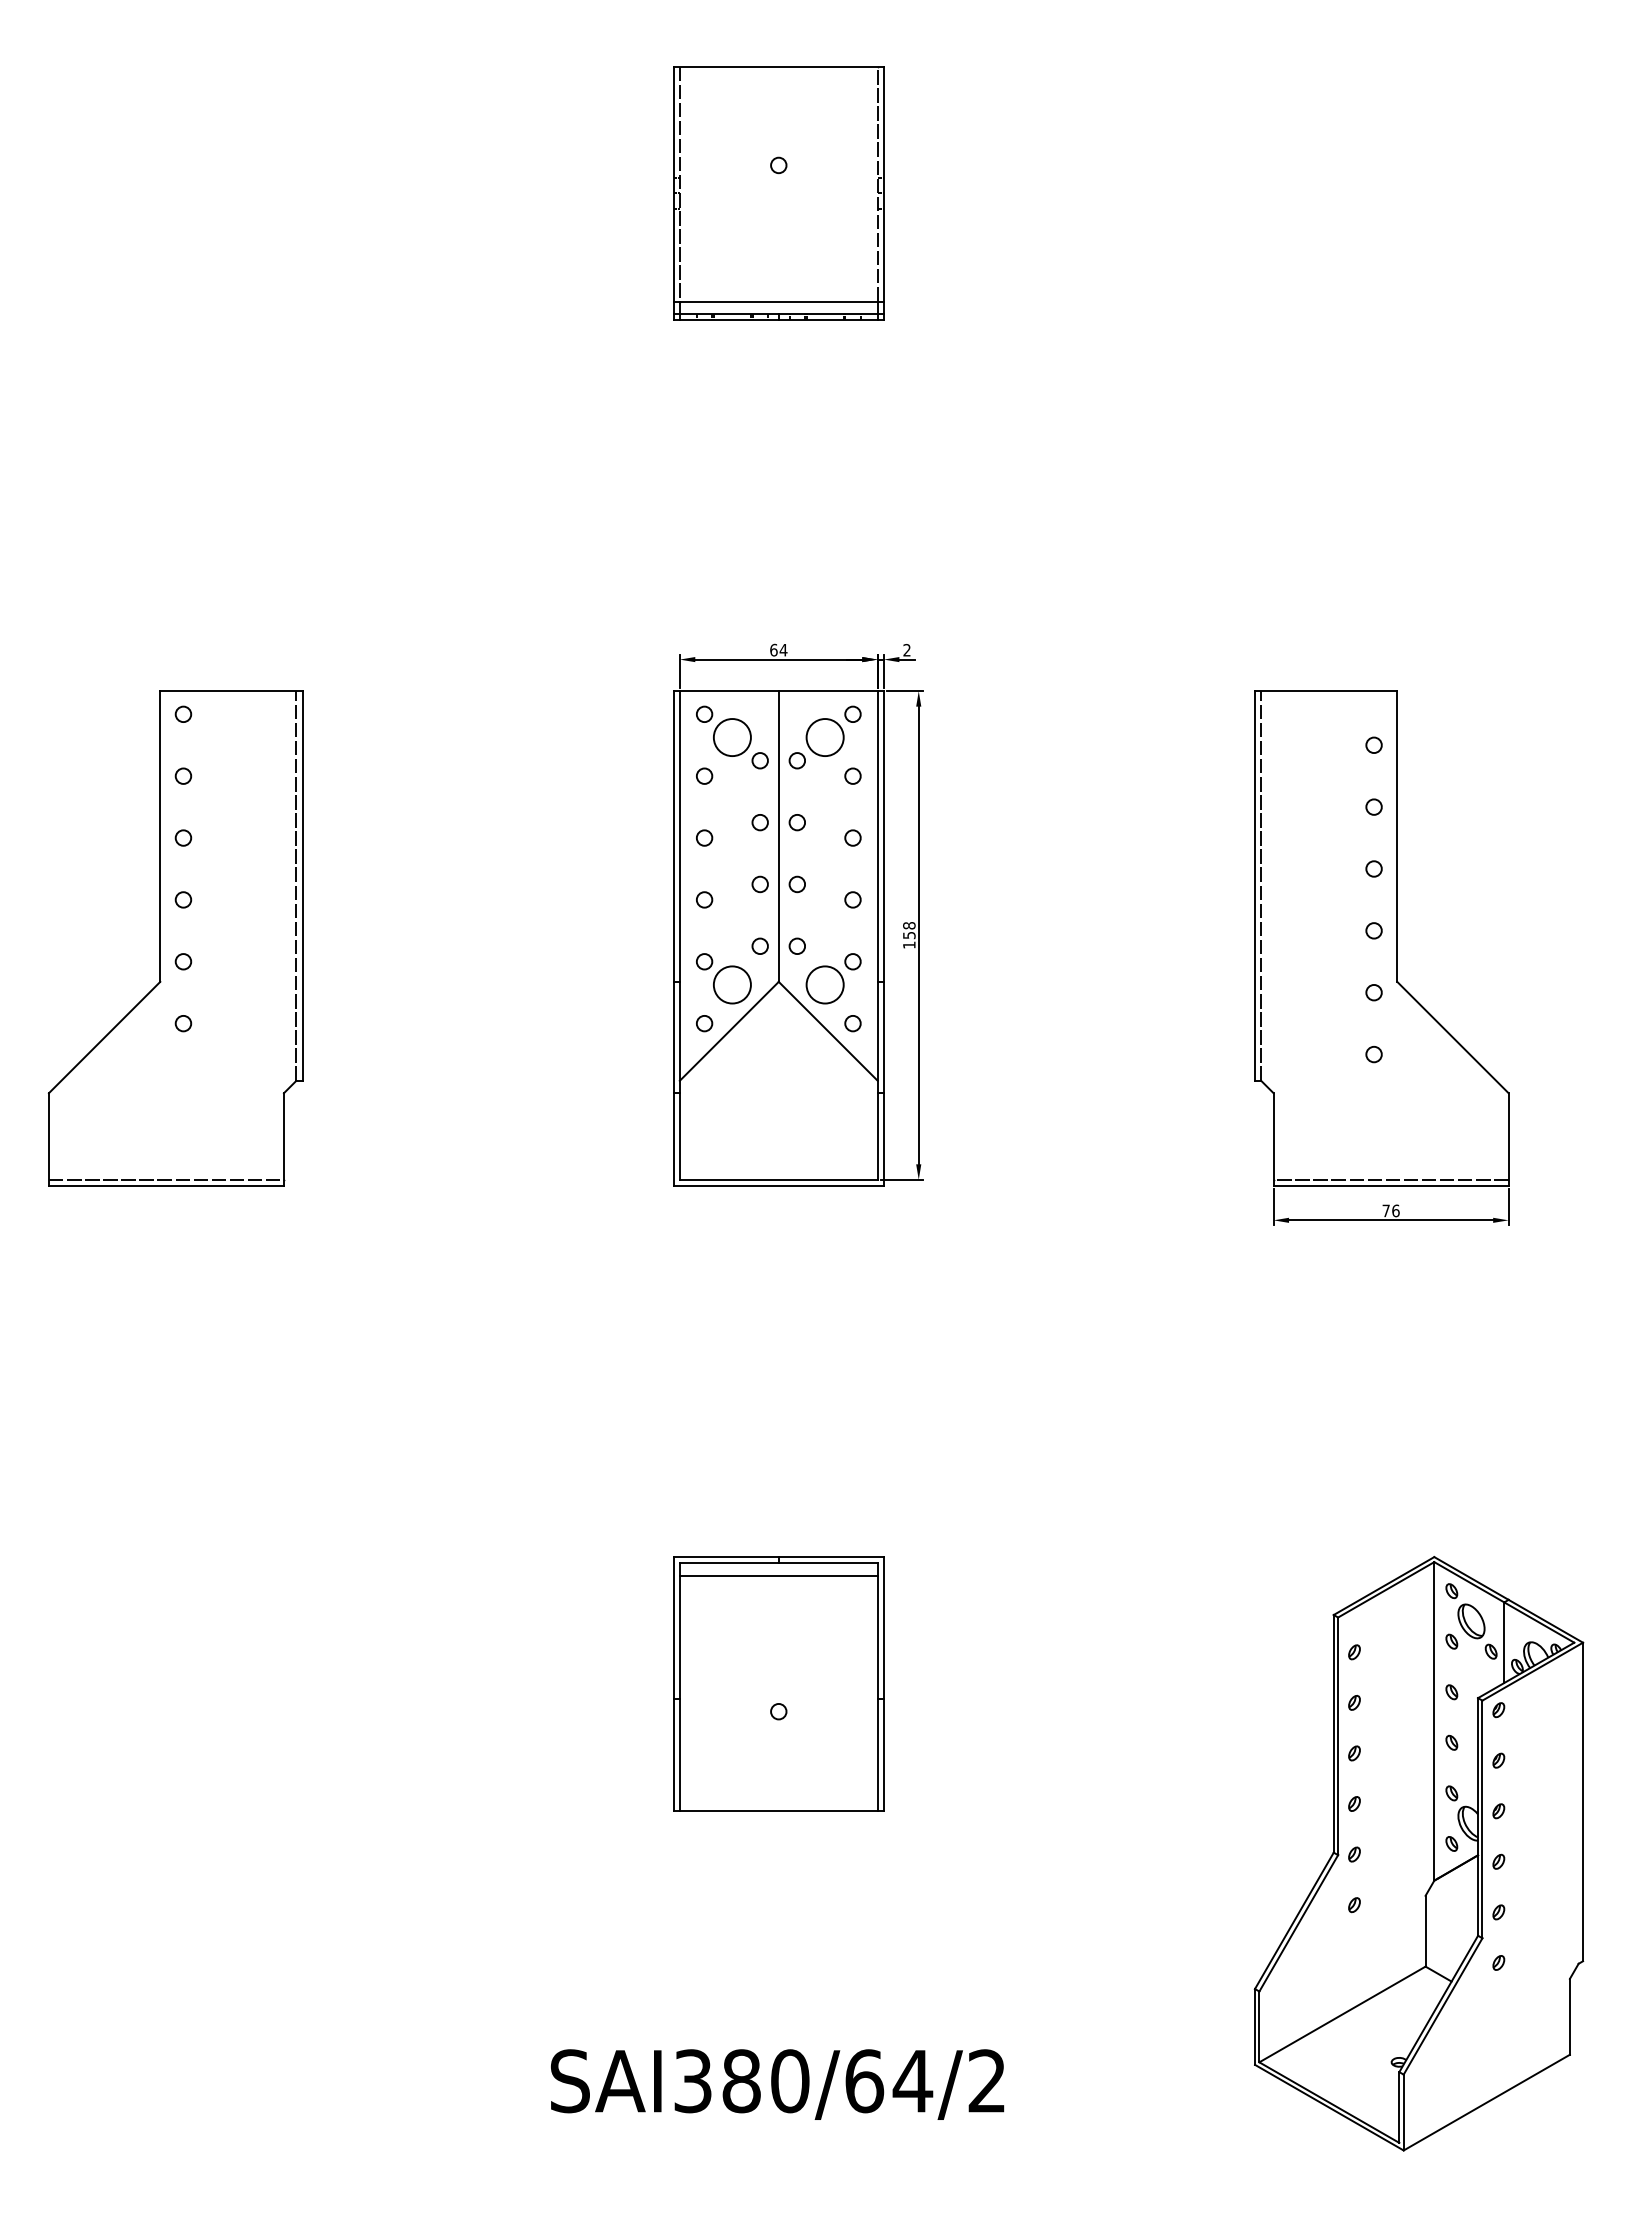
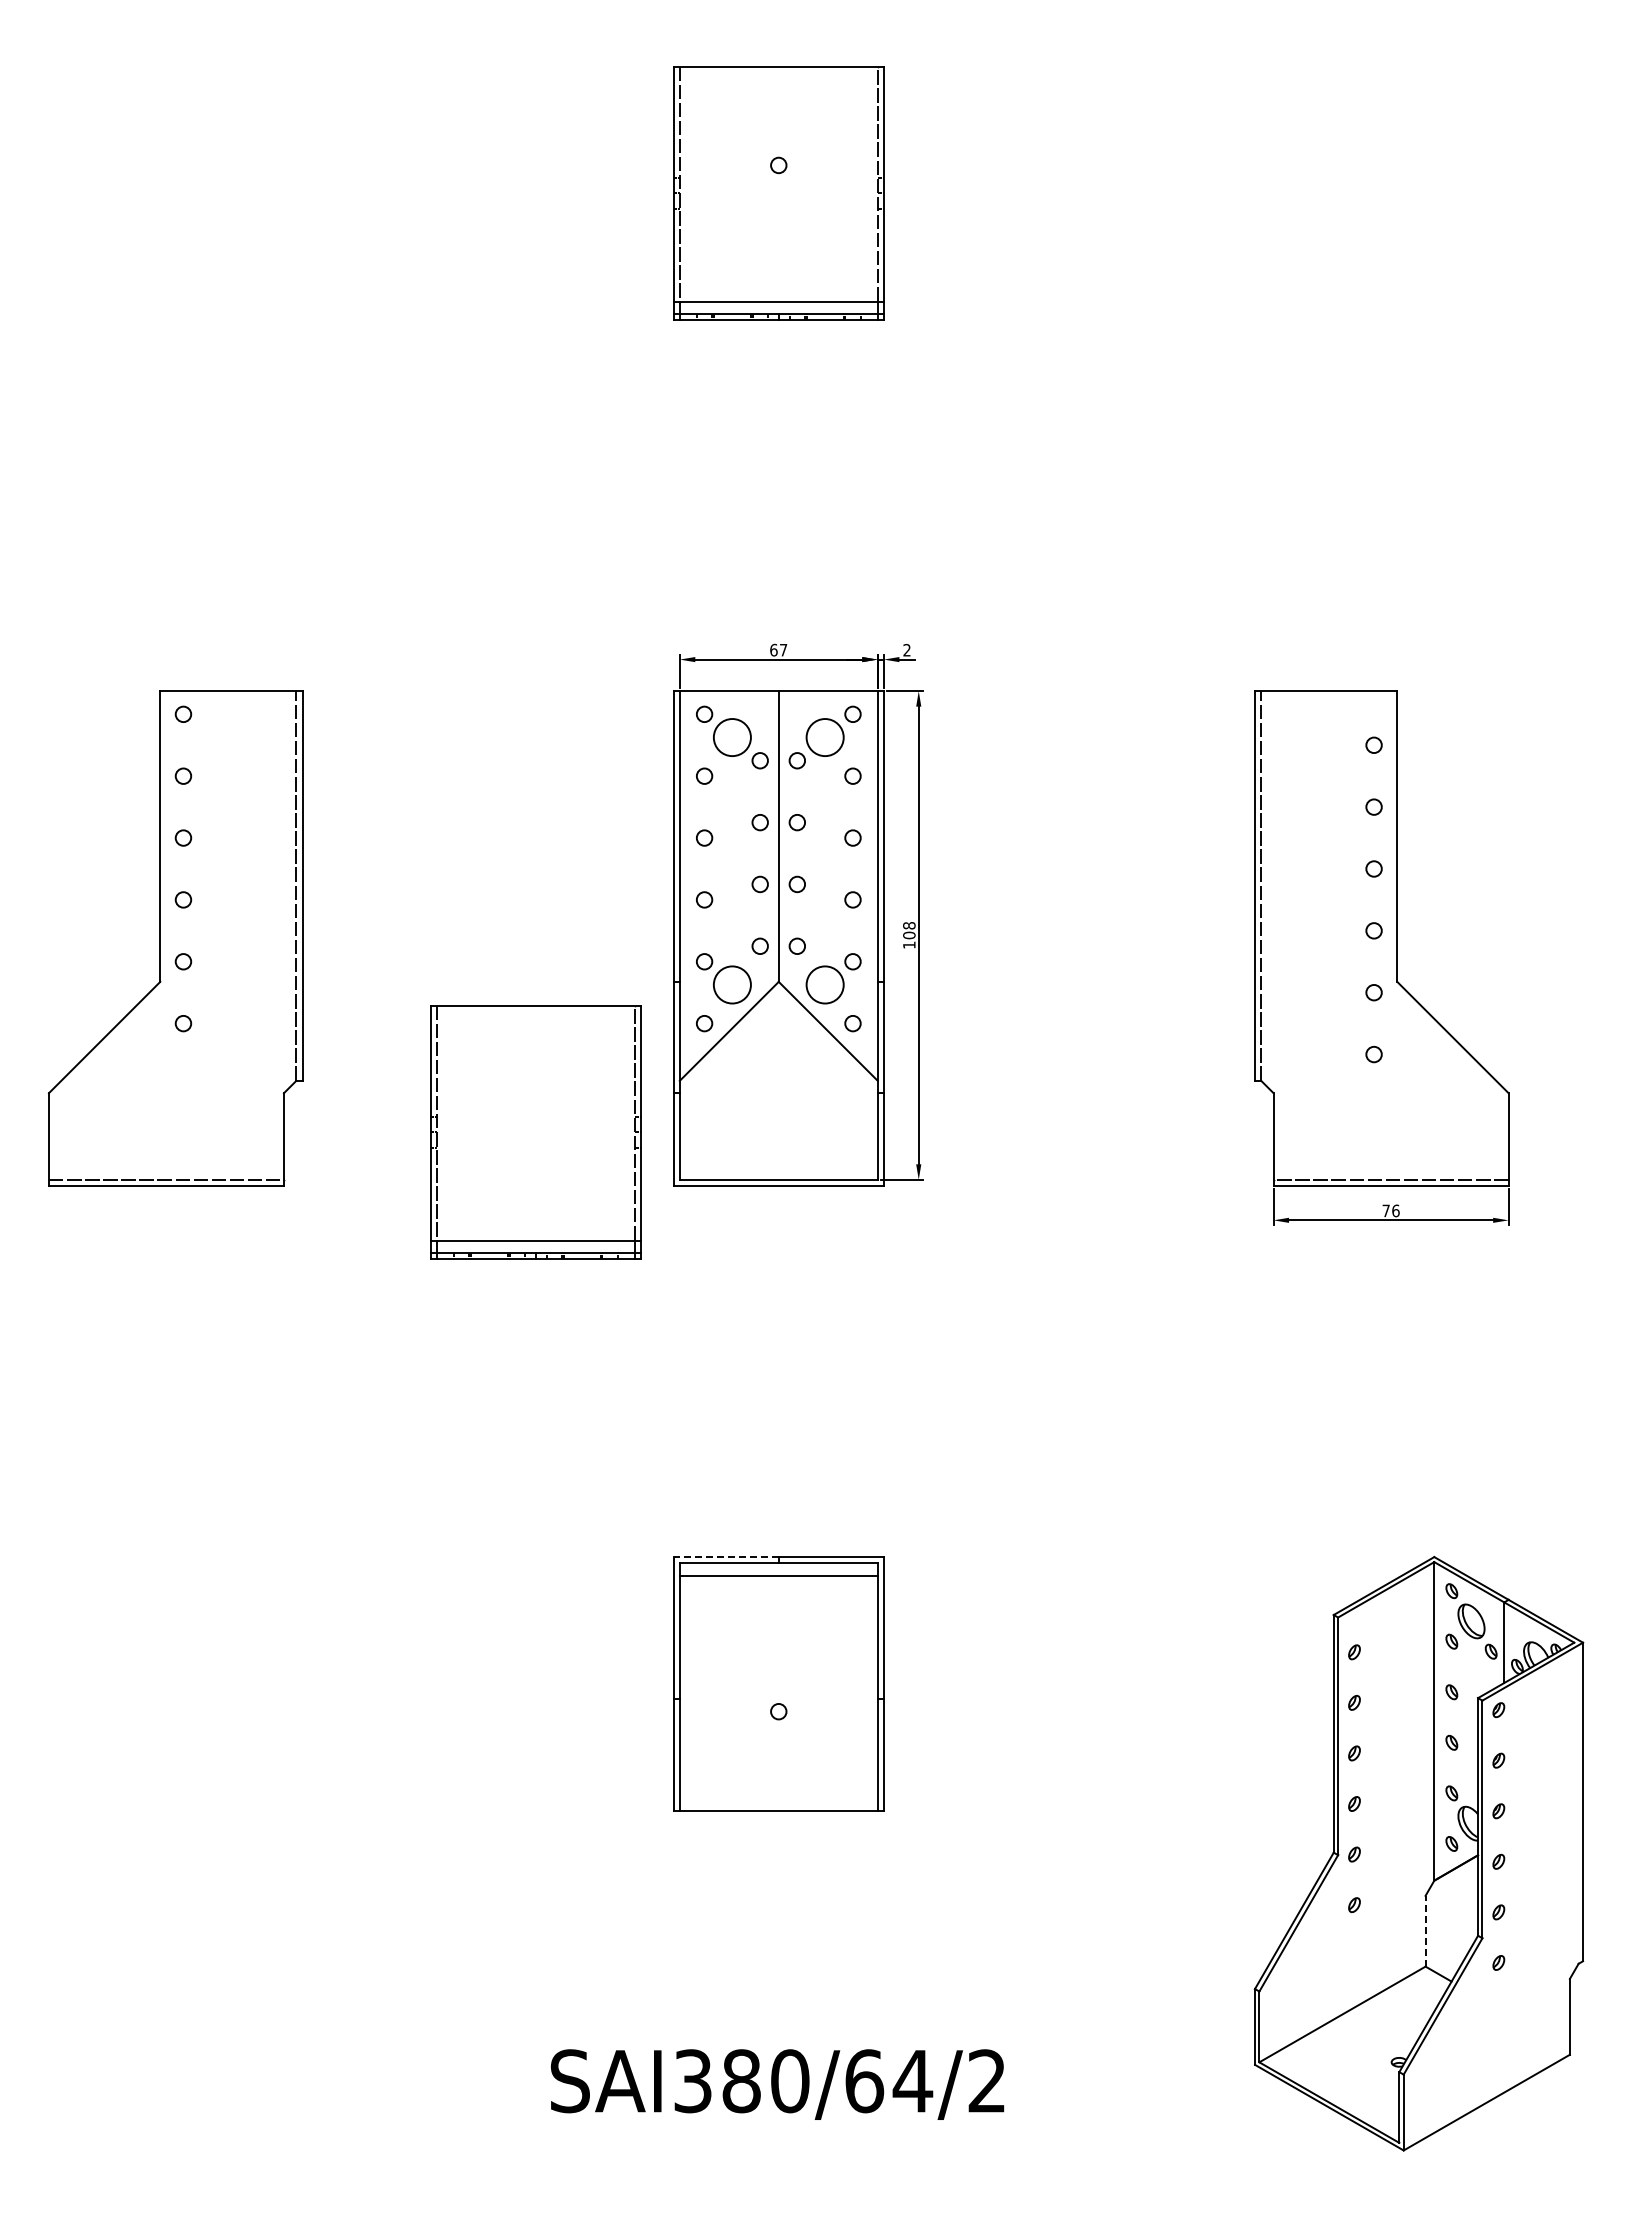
text at (783, 650): 64 -> 67
text at (909, 935): 158 -> 108
part at (535, 1132): none -> present
line at (726, 1557): solid -> dashed
line at (1425, 1930): solid -> dashed
